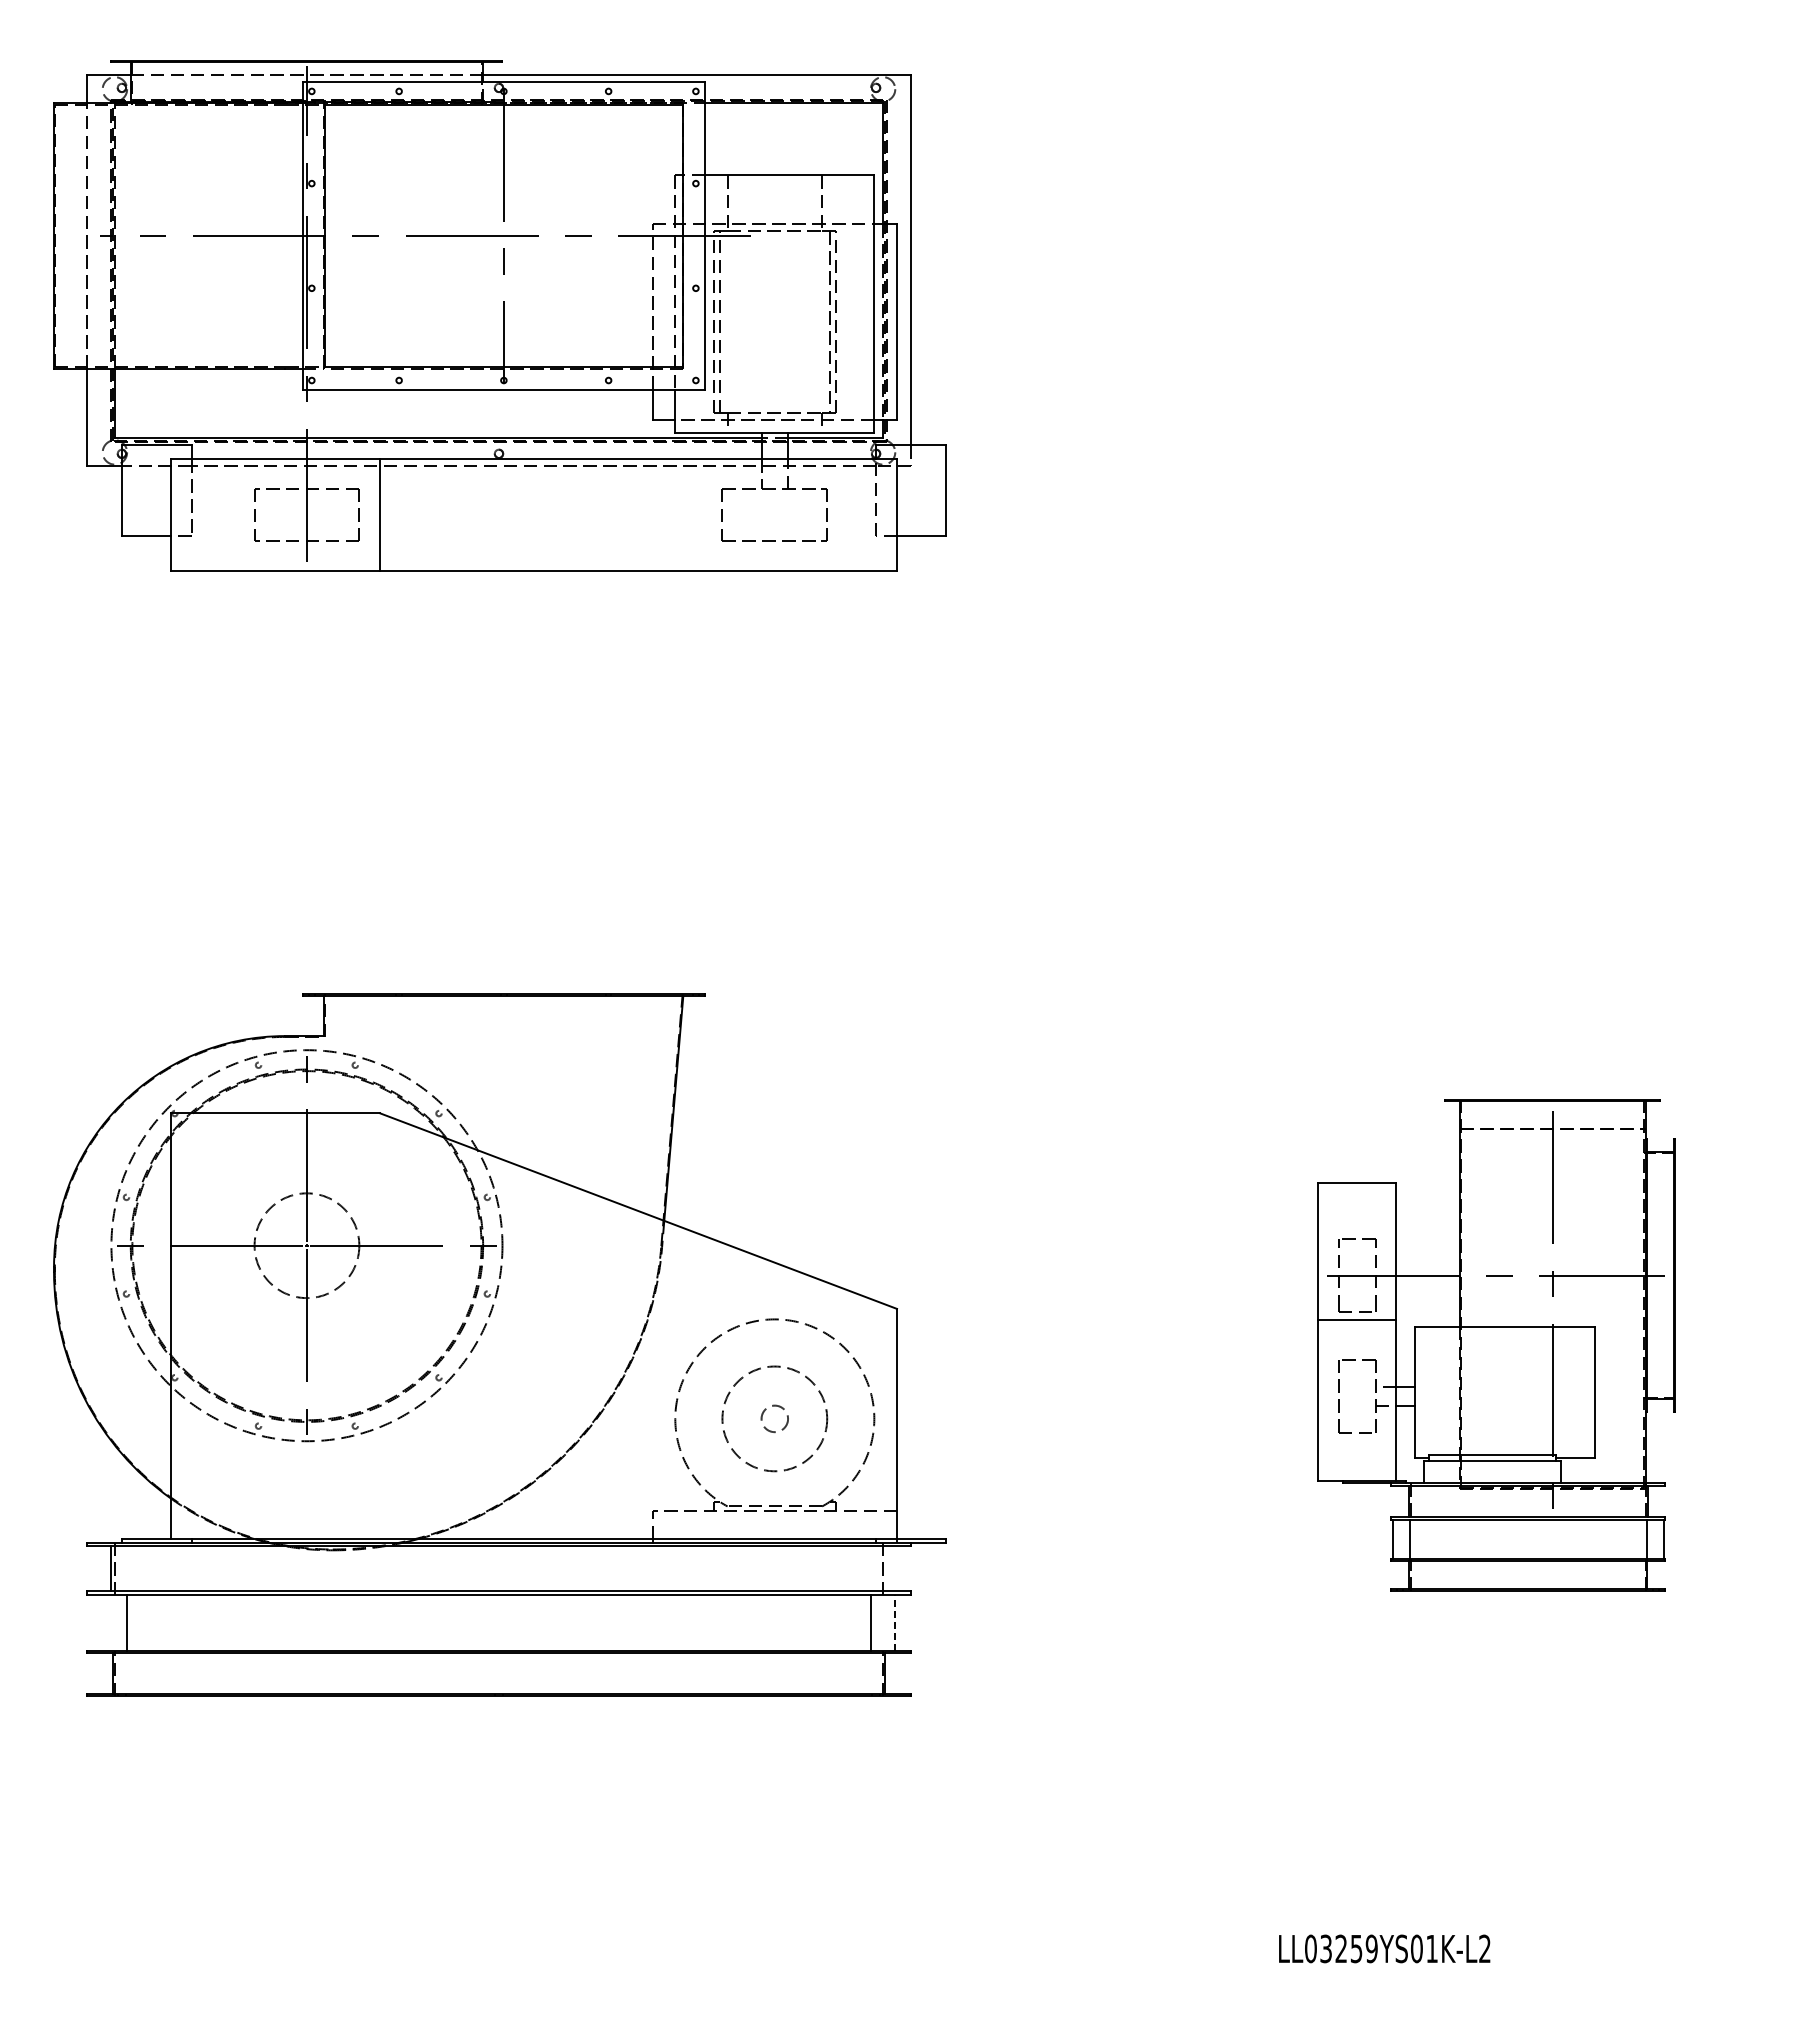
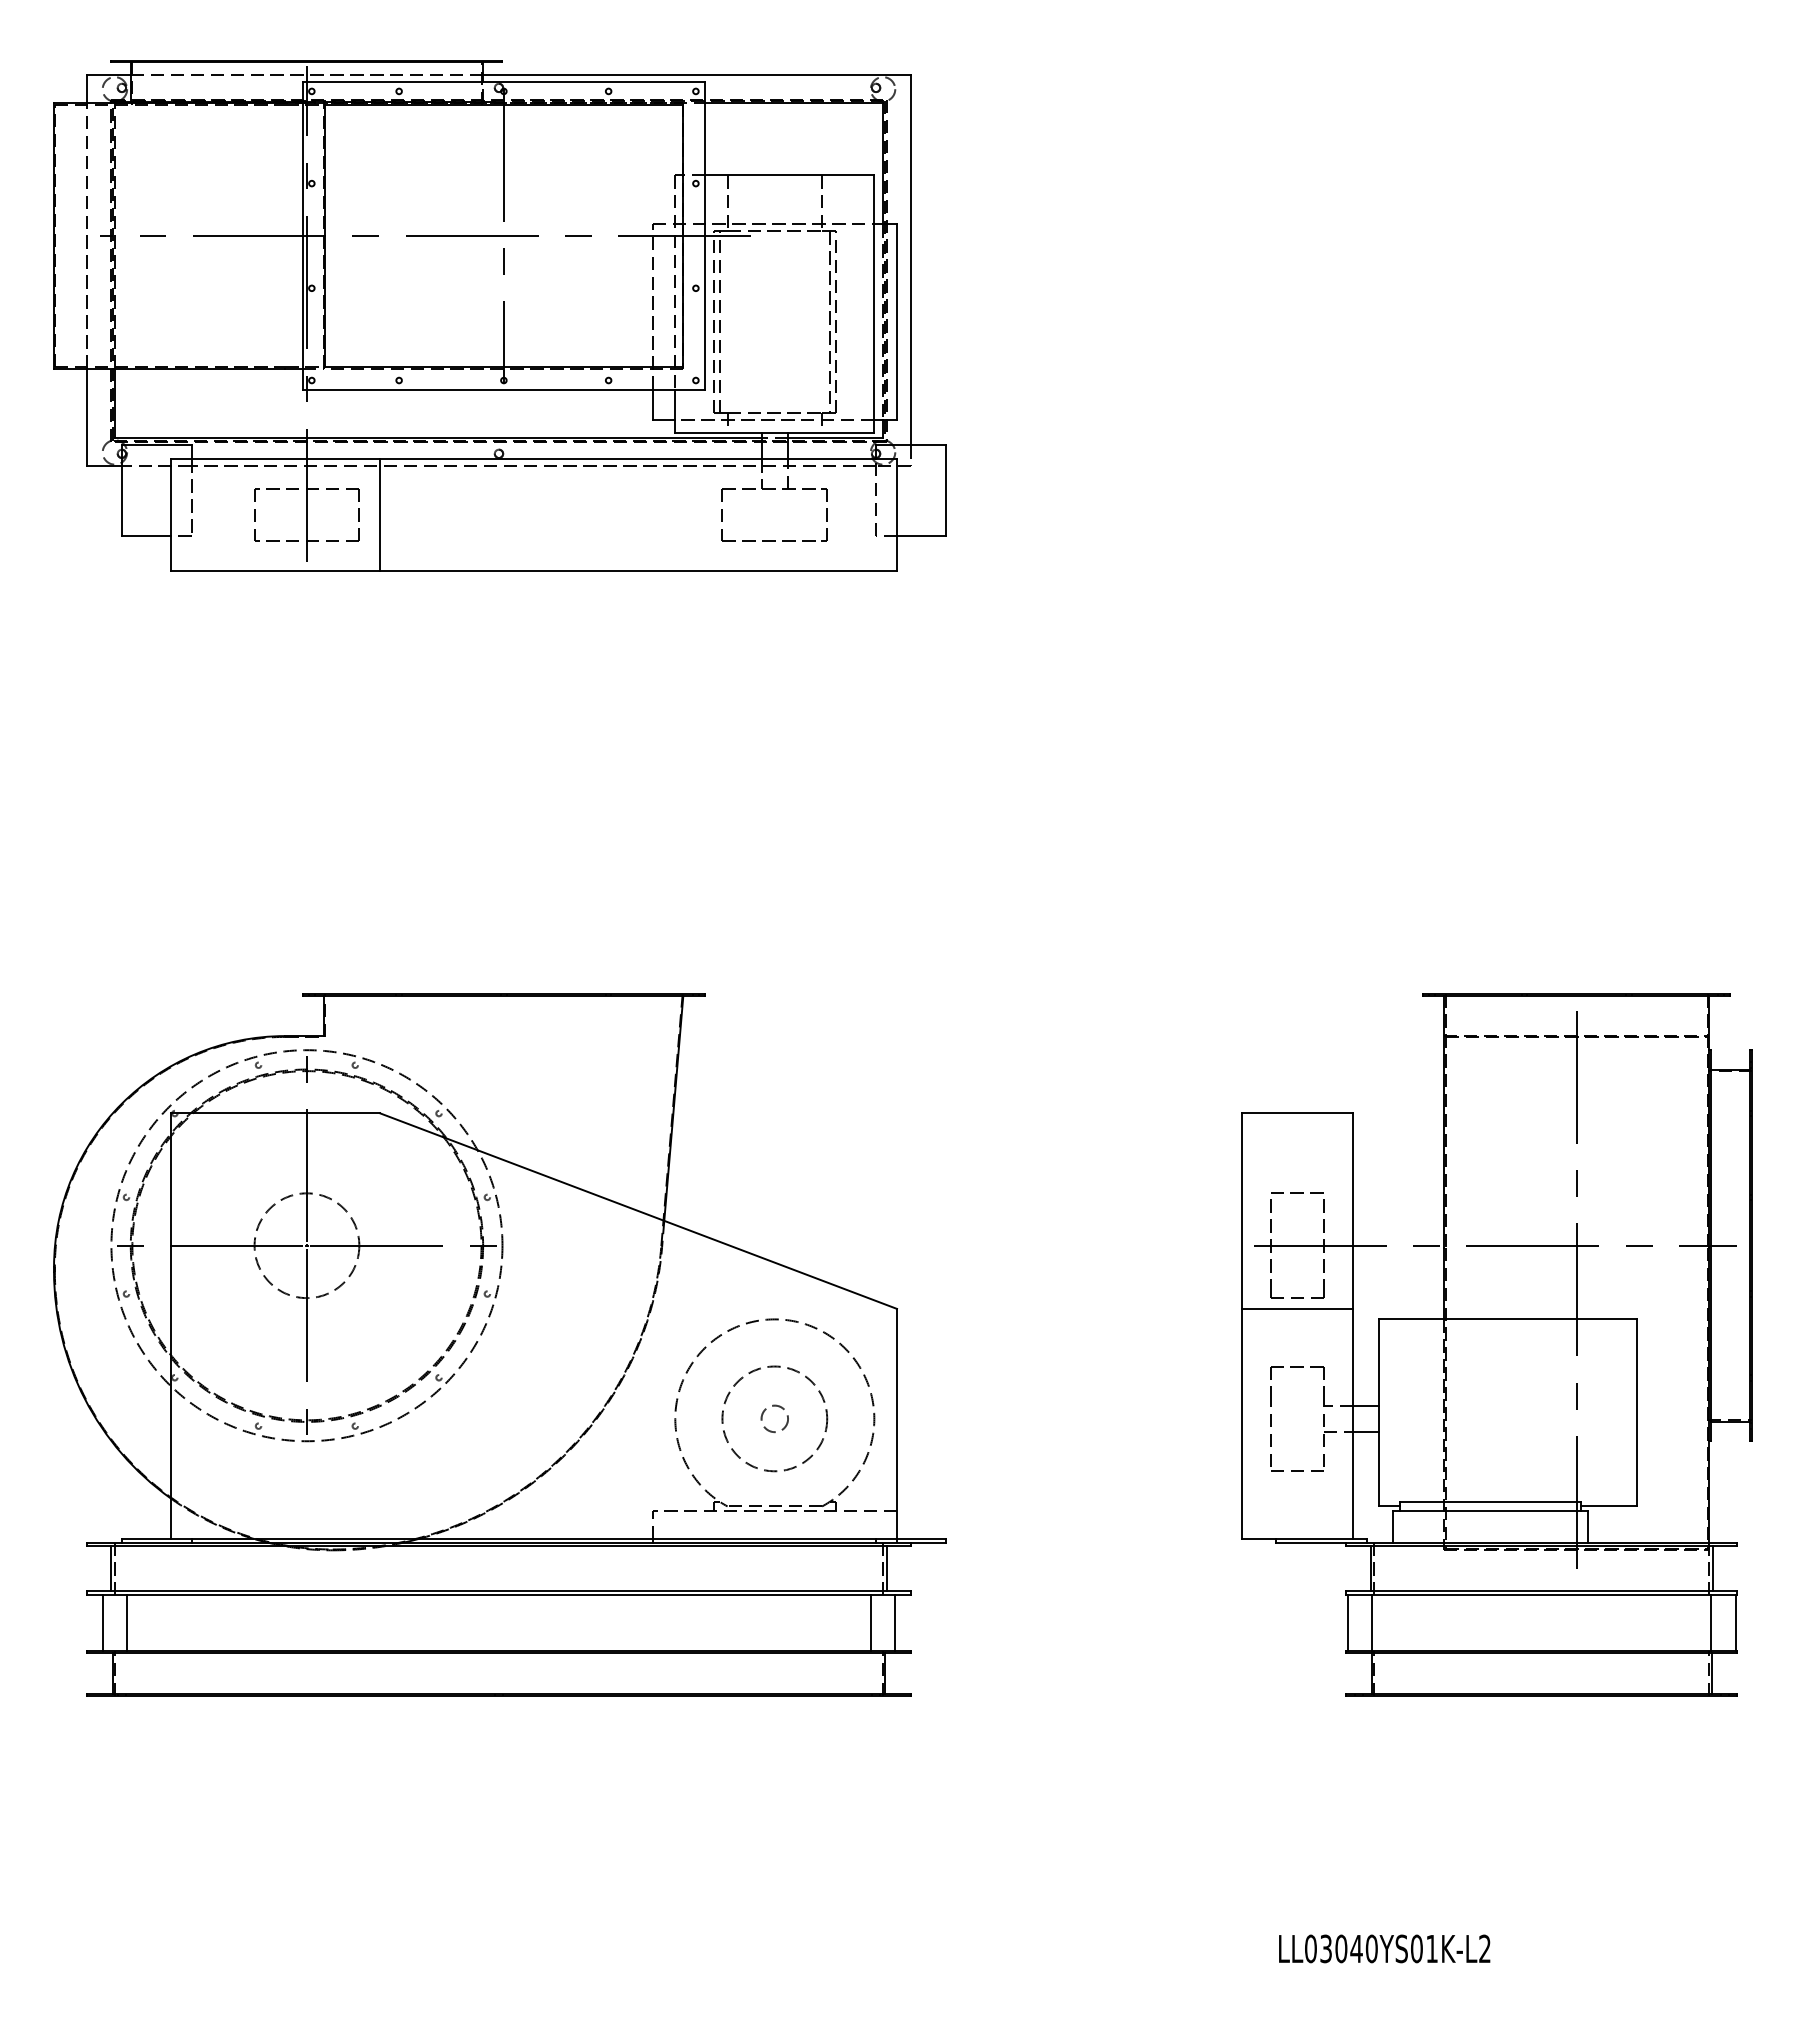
part at (1496, 1345) size: 359x493 px -> 512x704 px
line at (886, 1568): none -> present
line at (102, 1622): none -> present
line at (895, 1622): dashed -> solid
text at (1356, 1948): LL03259YS01K-L2 -> LL03040YS01K-L2
